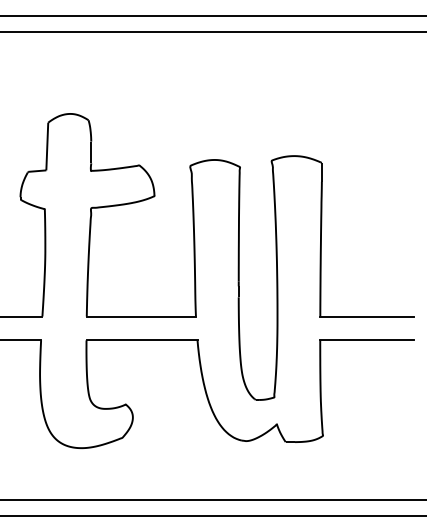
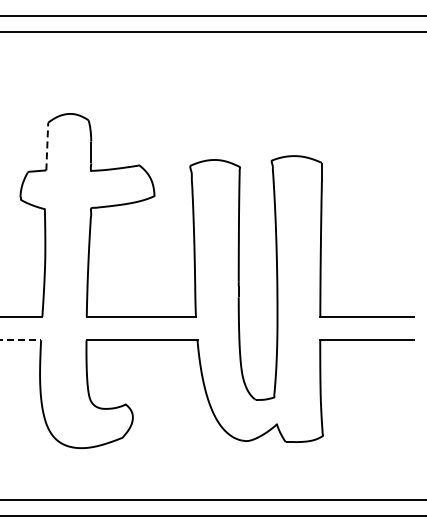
line at (47, 146): solid -> dashed
line at (21, 340): solid -> dashed
